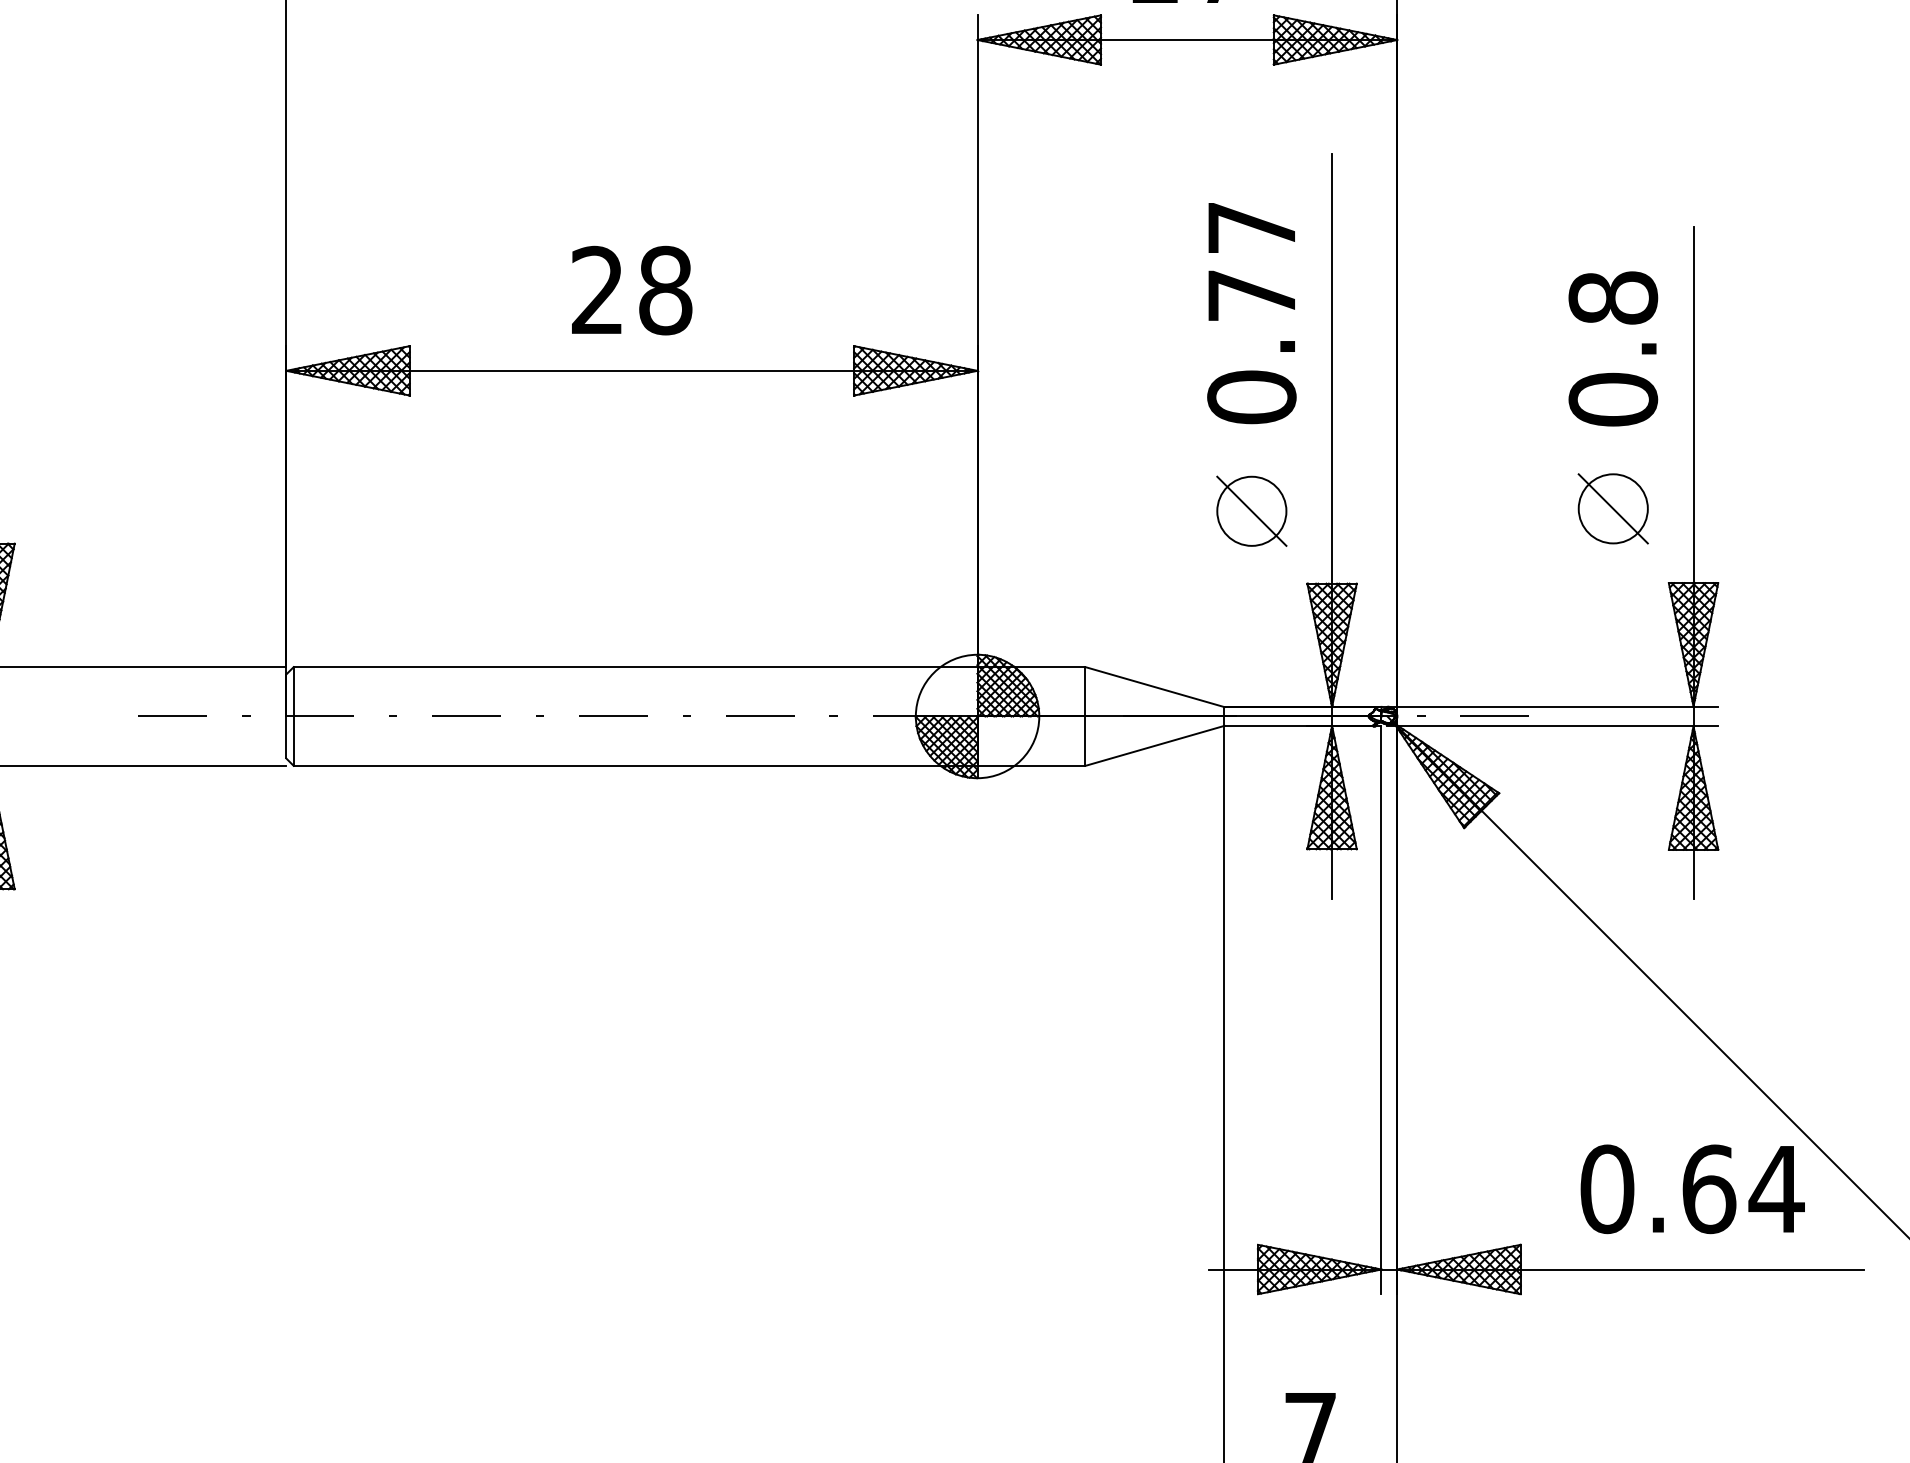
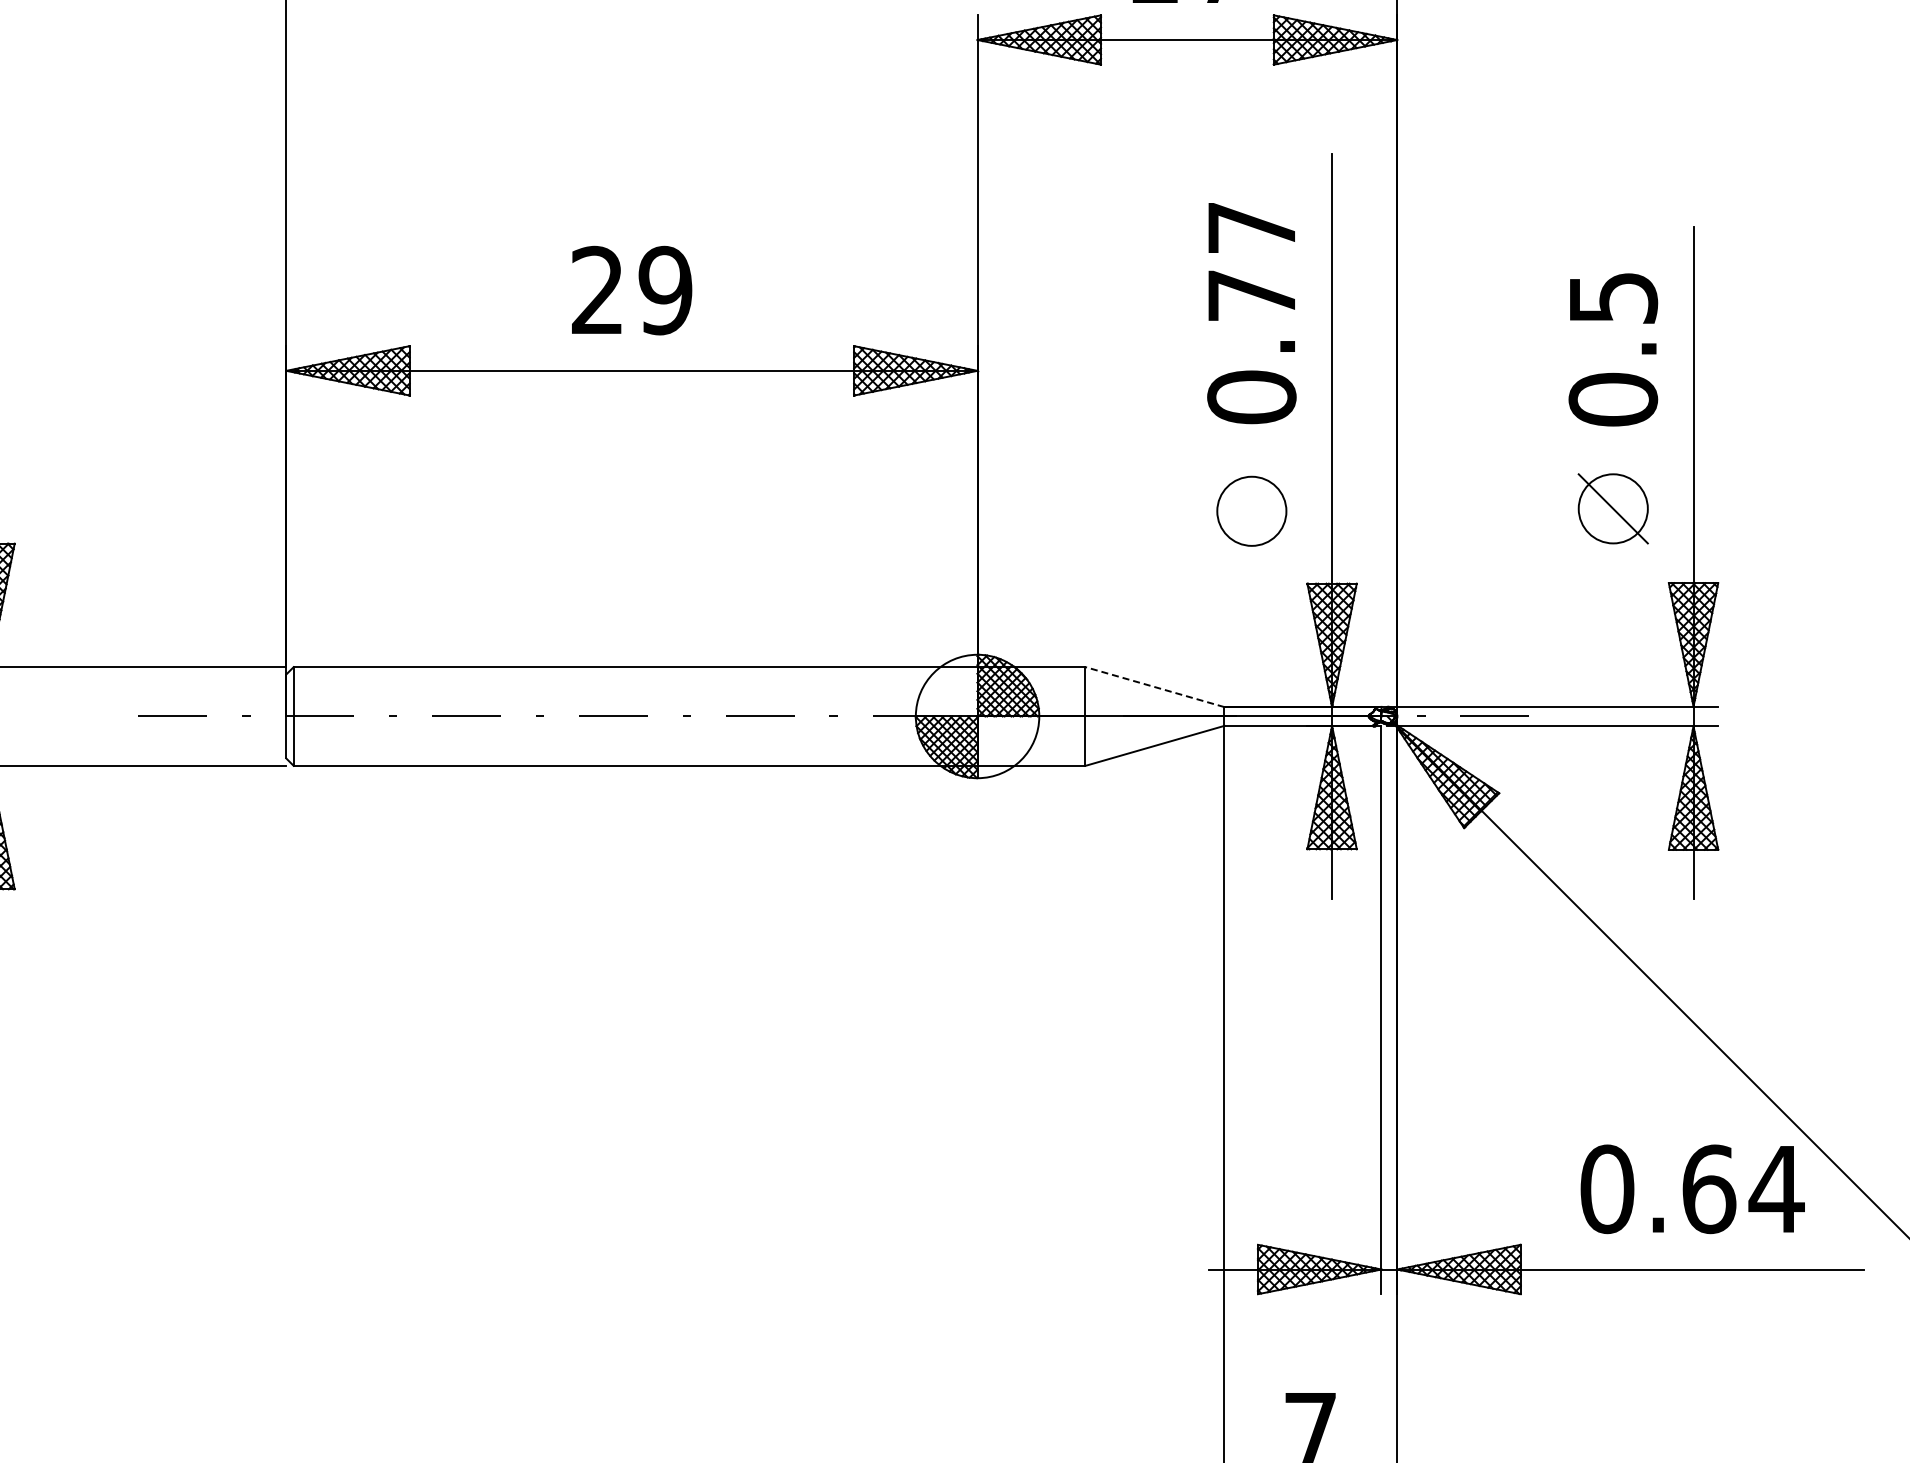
text at (665, 290): 28 -> 29
text at (1613, 297): 0.8 -> 0.5
line at (1251, 510): present -> none
line at (1154, 686): solid -> dashed
